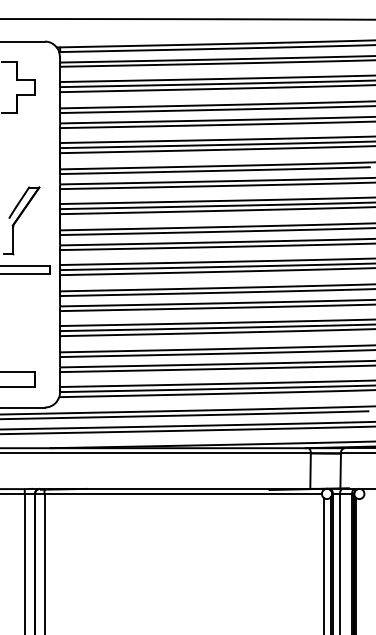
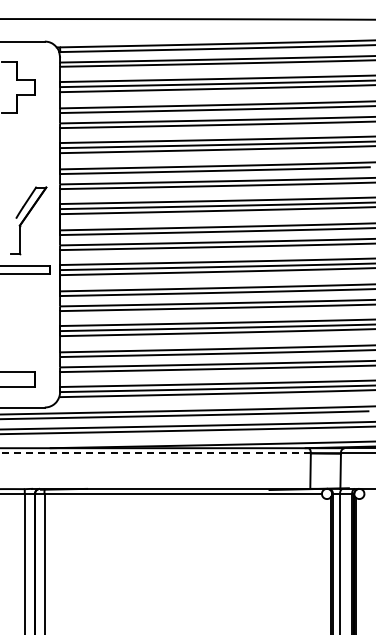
part at (21, 220) position: (21, 220) -> (28, 220)
line at (154, 453): solid -> dashed
line at (324, 564): present -> none
